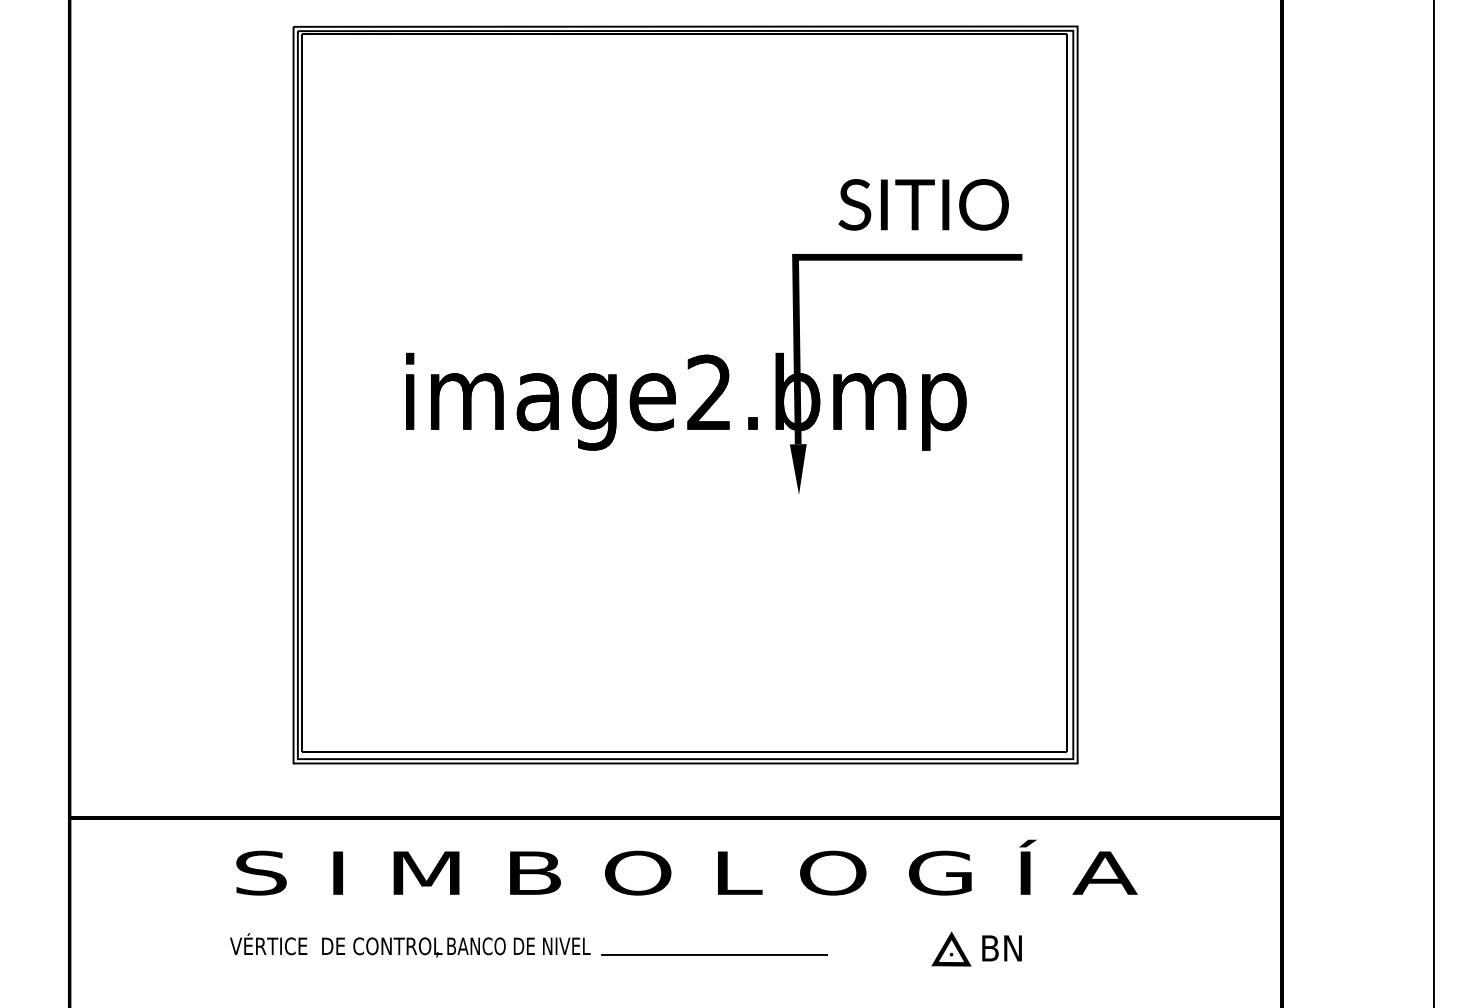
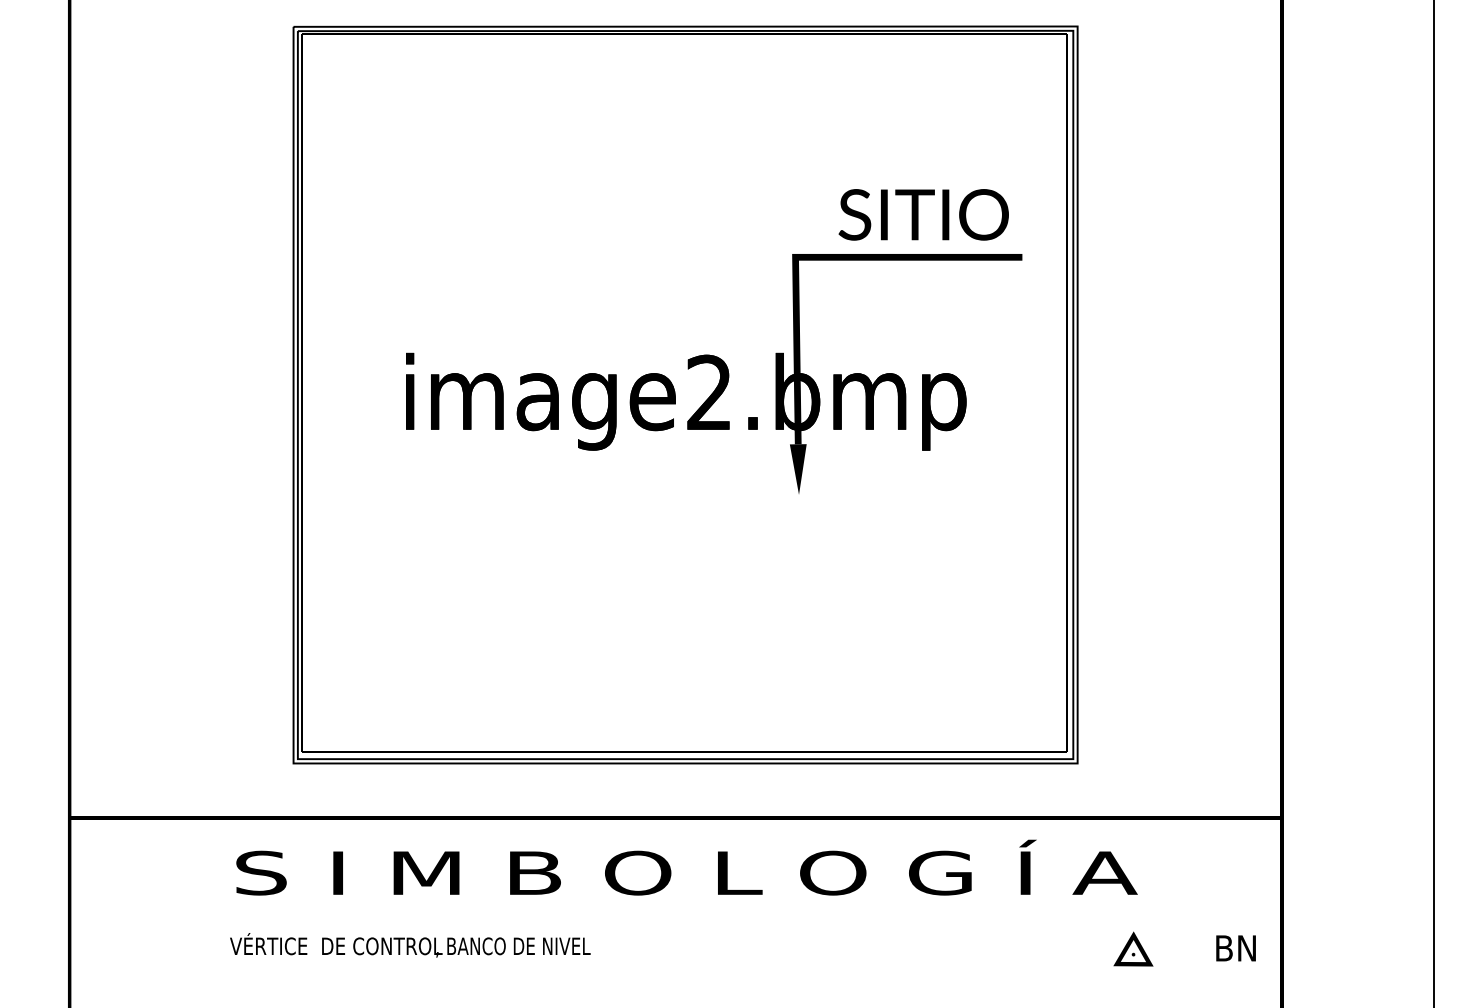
text at (923, 204) position: (923, 204) -> (923, 214)
part at (951, 948) position: (951, 948) -> (1133, 948)
text at (1001, 948) position: (1001, 948) -> (1235, 948)
line at (714, 954): present -> none
